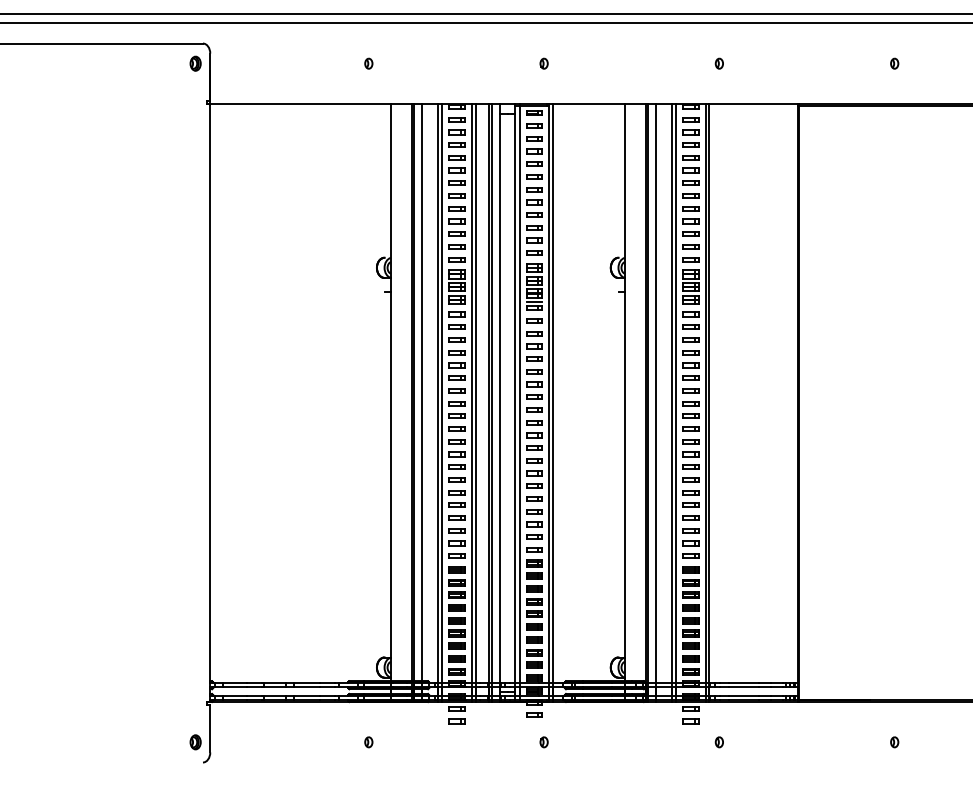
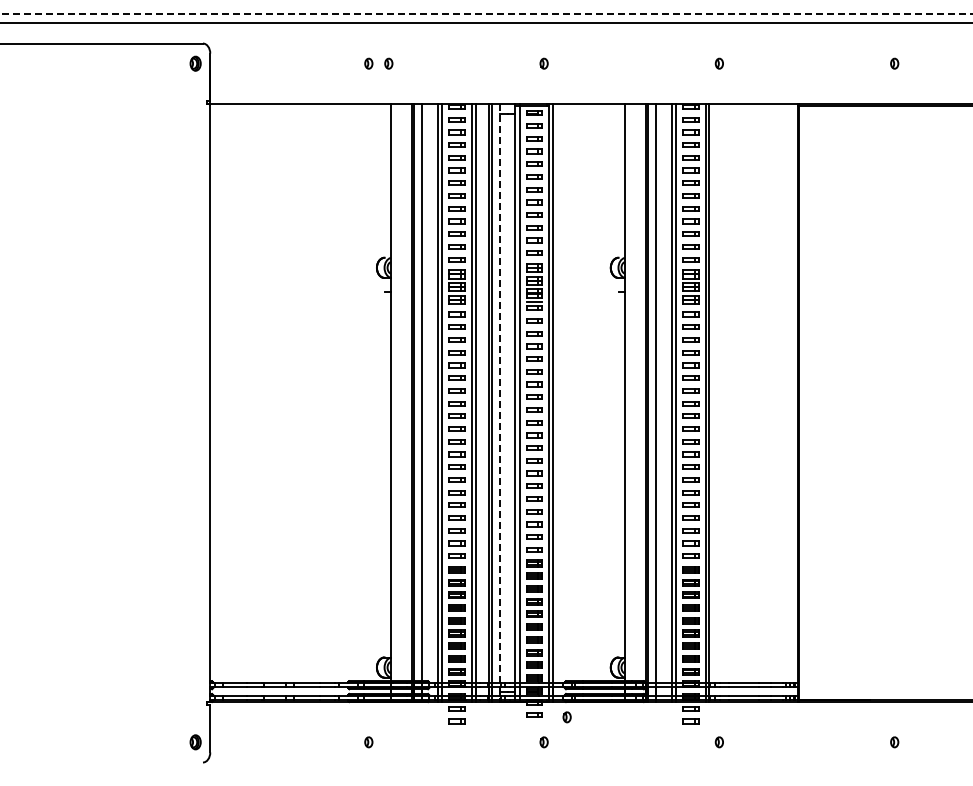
line at (487, 14): solid -> dashed
part at (388, 63): none -> present
line at (499, 403): solid -> dashed
part at (566, 717): none -> present
